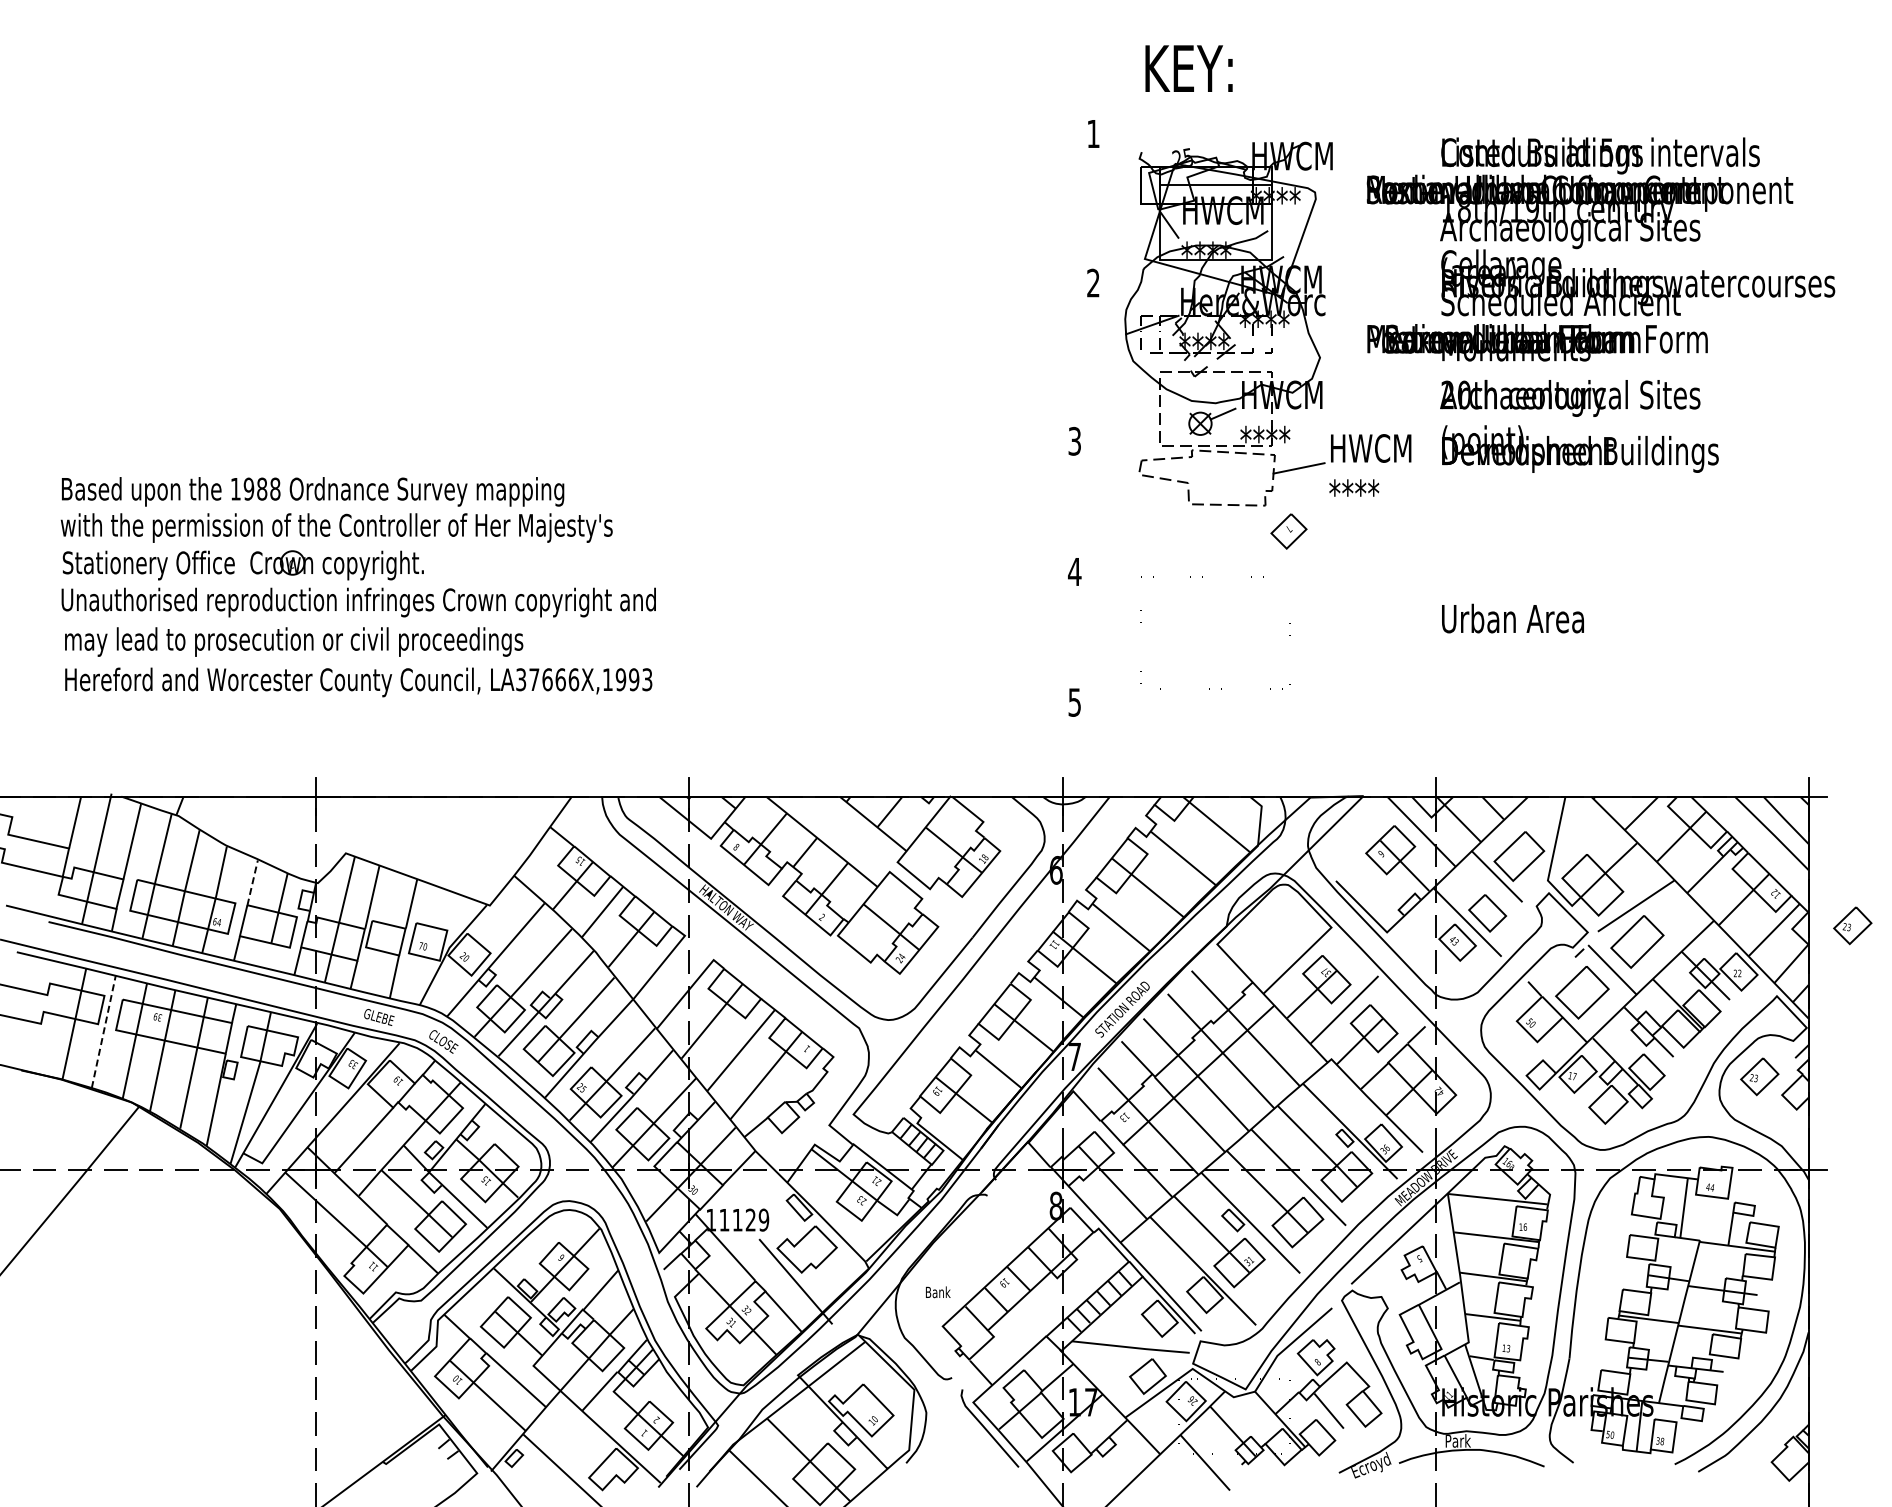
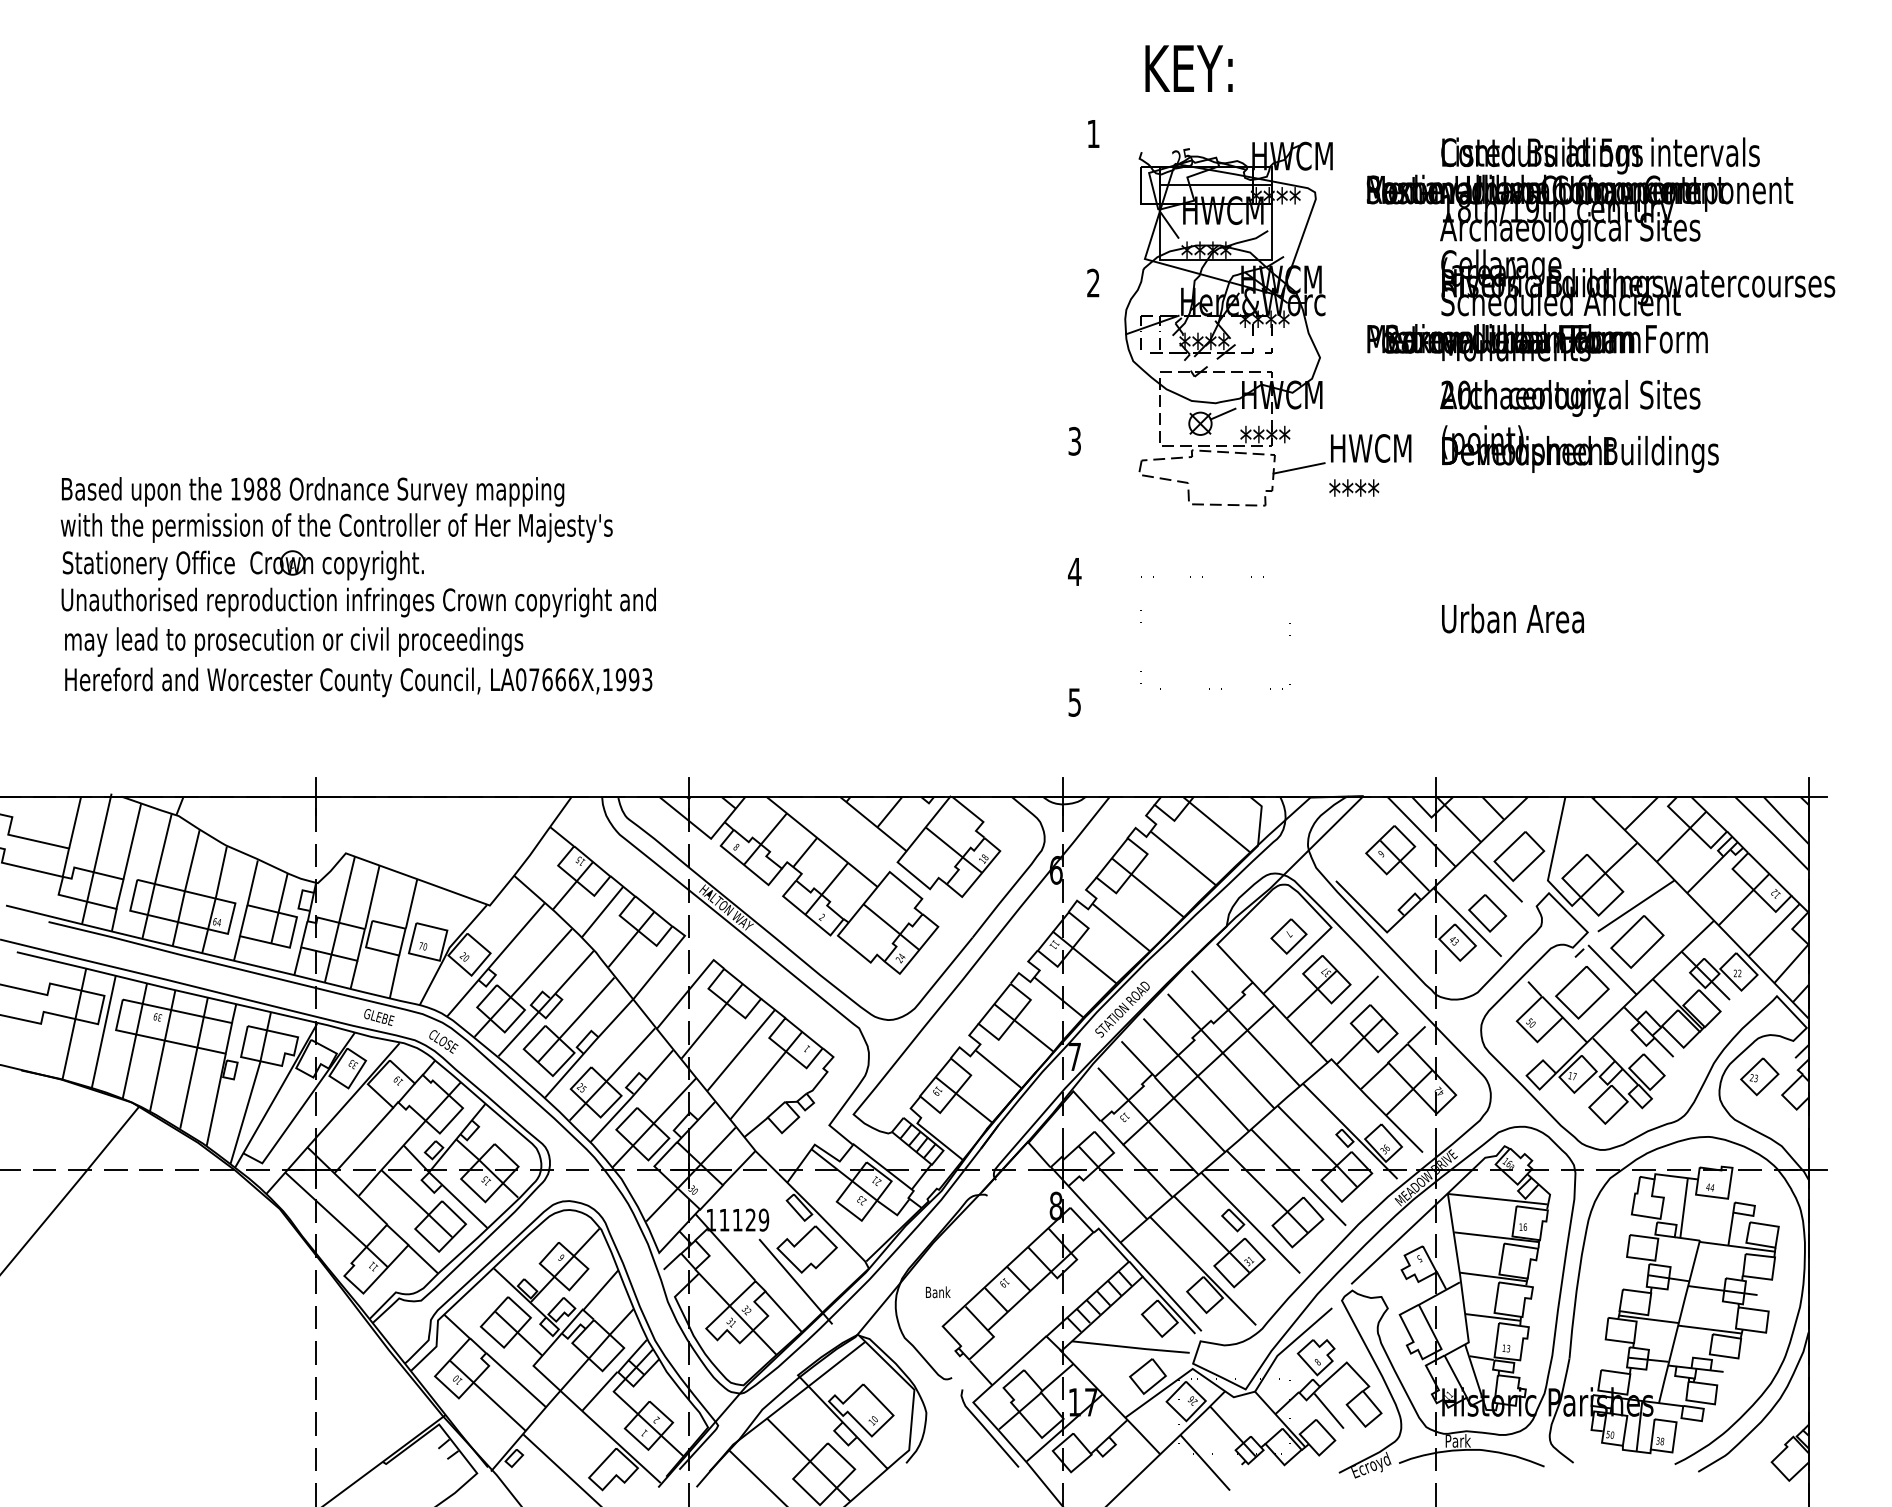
part at (1288, 531) position: (1288, 531) -> (1288, 936)
text at (521, 679): LA37666X,1993 -> LA07666X,1993
line at (252, 882): dashed -> solid
part at (1852, 925): present -> none
line at (103, 1031): dashed -> solid
